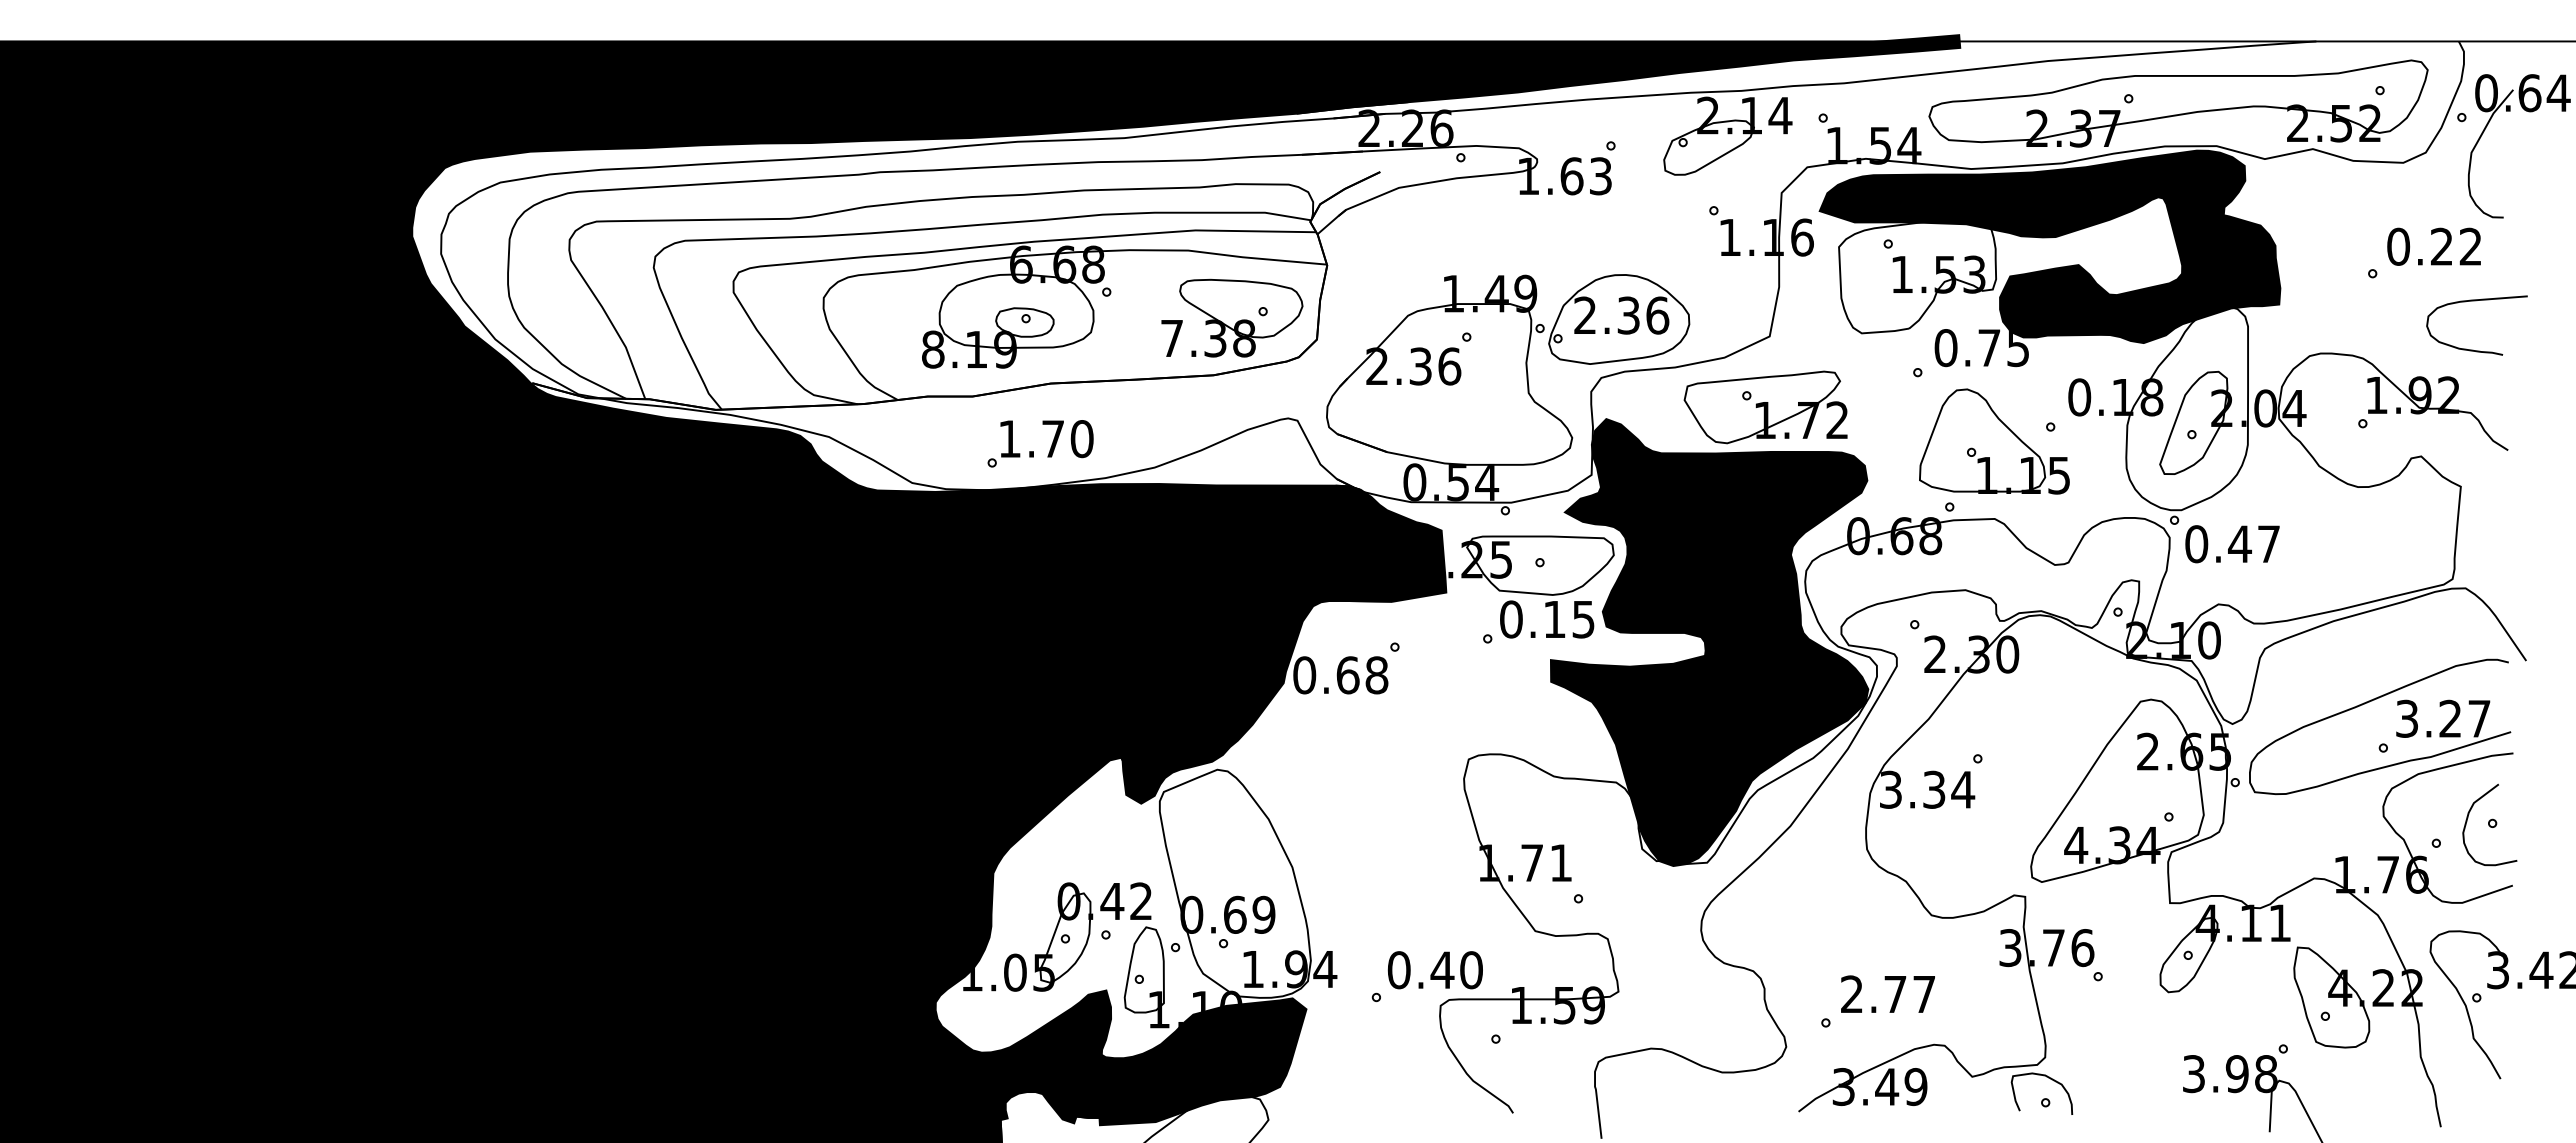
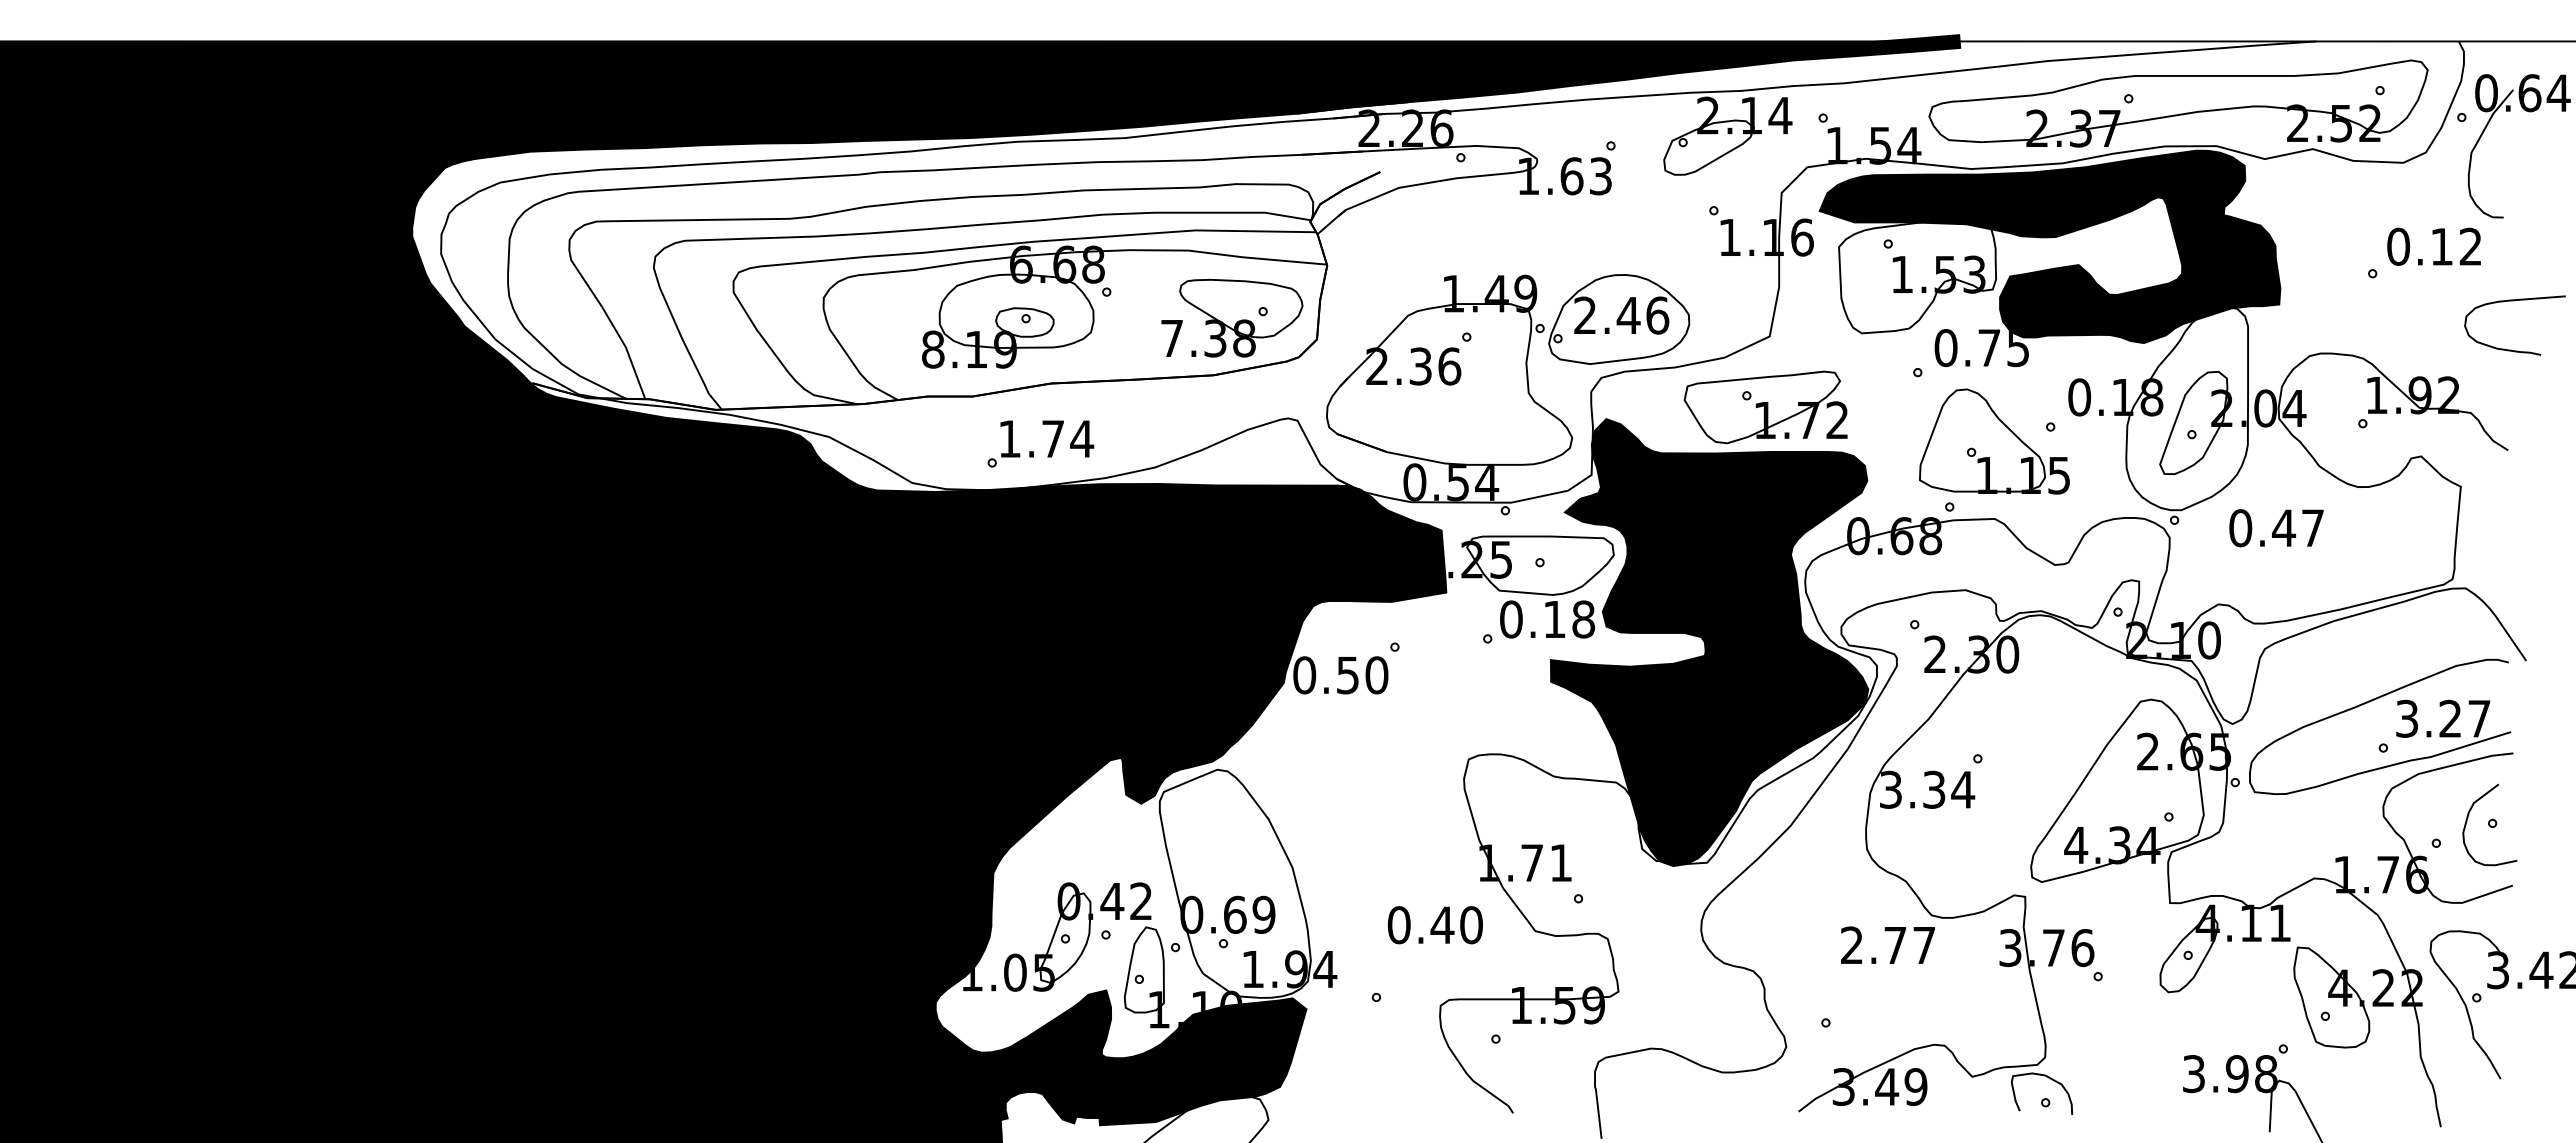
text at (2441, 246): 0.22 -> 0.12
curve at (2476, 301) position: (2476, 301) -> (2514, 301)
text at (1628, 315): 2.36 -> 2.46
text at (1082, 439): 1.70 -> 1.74
text at (2232, 544) position: (2232, 544) -> (2276, 528)
text at (1583, 619): 0.15 -> 0.18
text at (1362, 675): 0.68 -> 0.50
text at (1434, 970) position: (1434, 970) -> (1434, 925)
text at (1887, 993) position: (1887, 993) -> (1887, 944)
